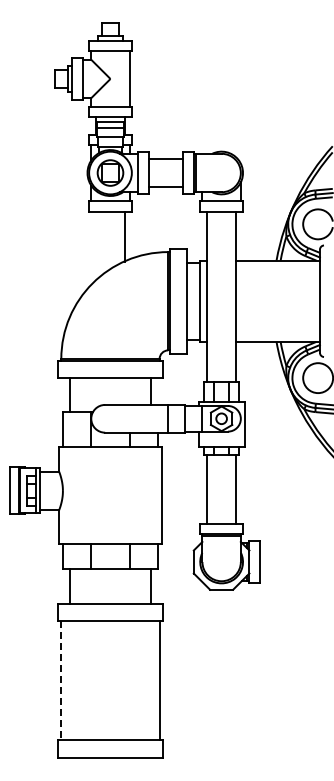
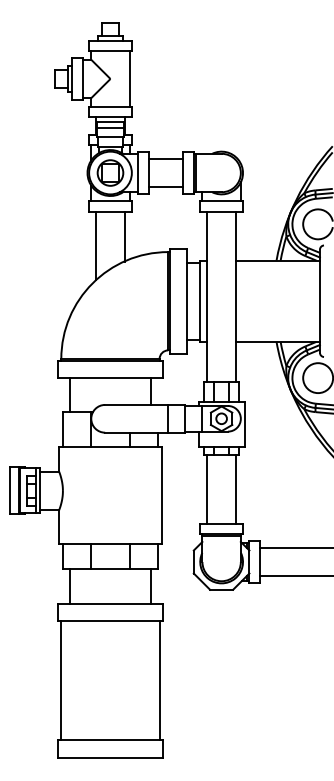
line at (96, 245): none -> present
line at (295, 547): none -> present
line at (295, 576): none -> present
line at (61, 680): dashed -> solid
